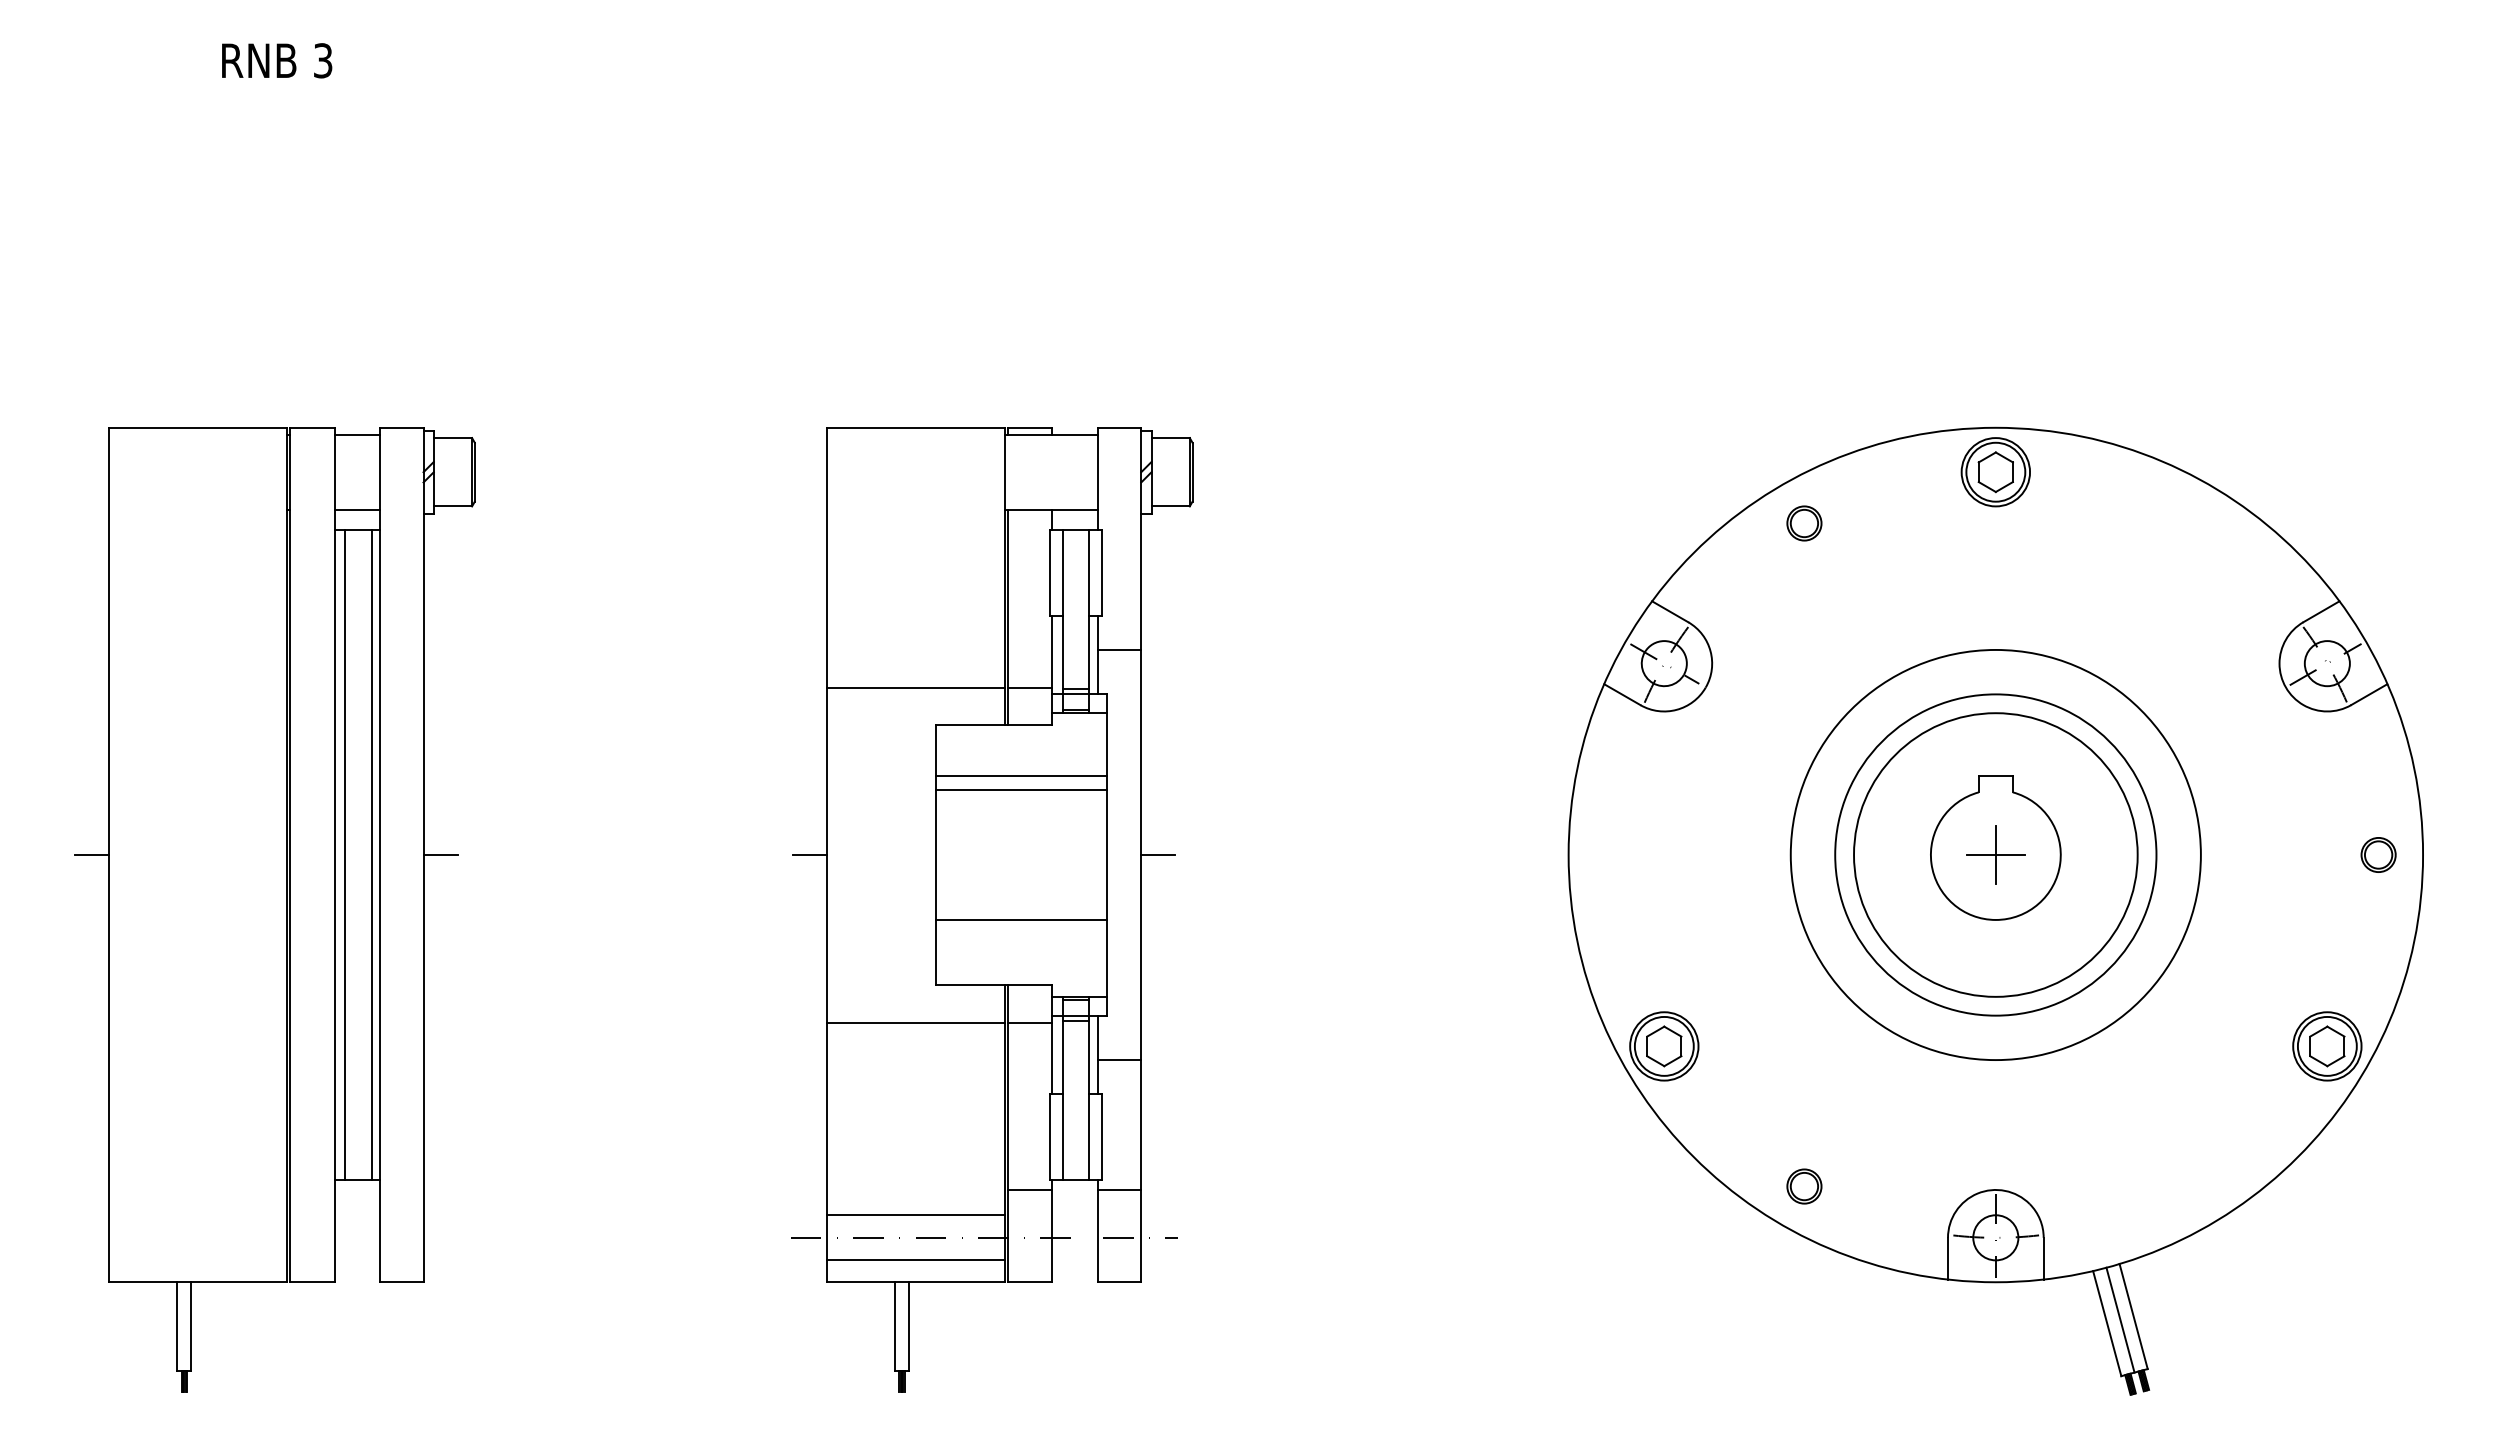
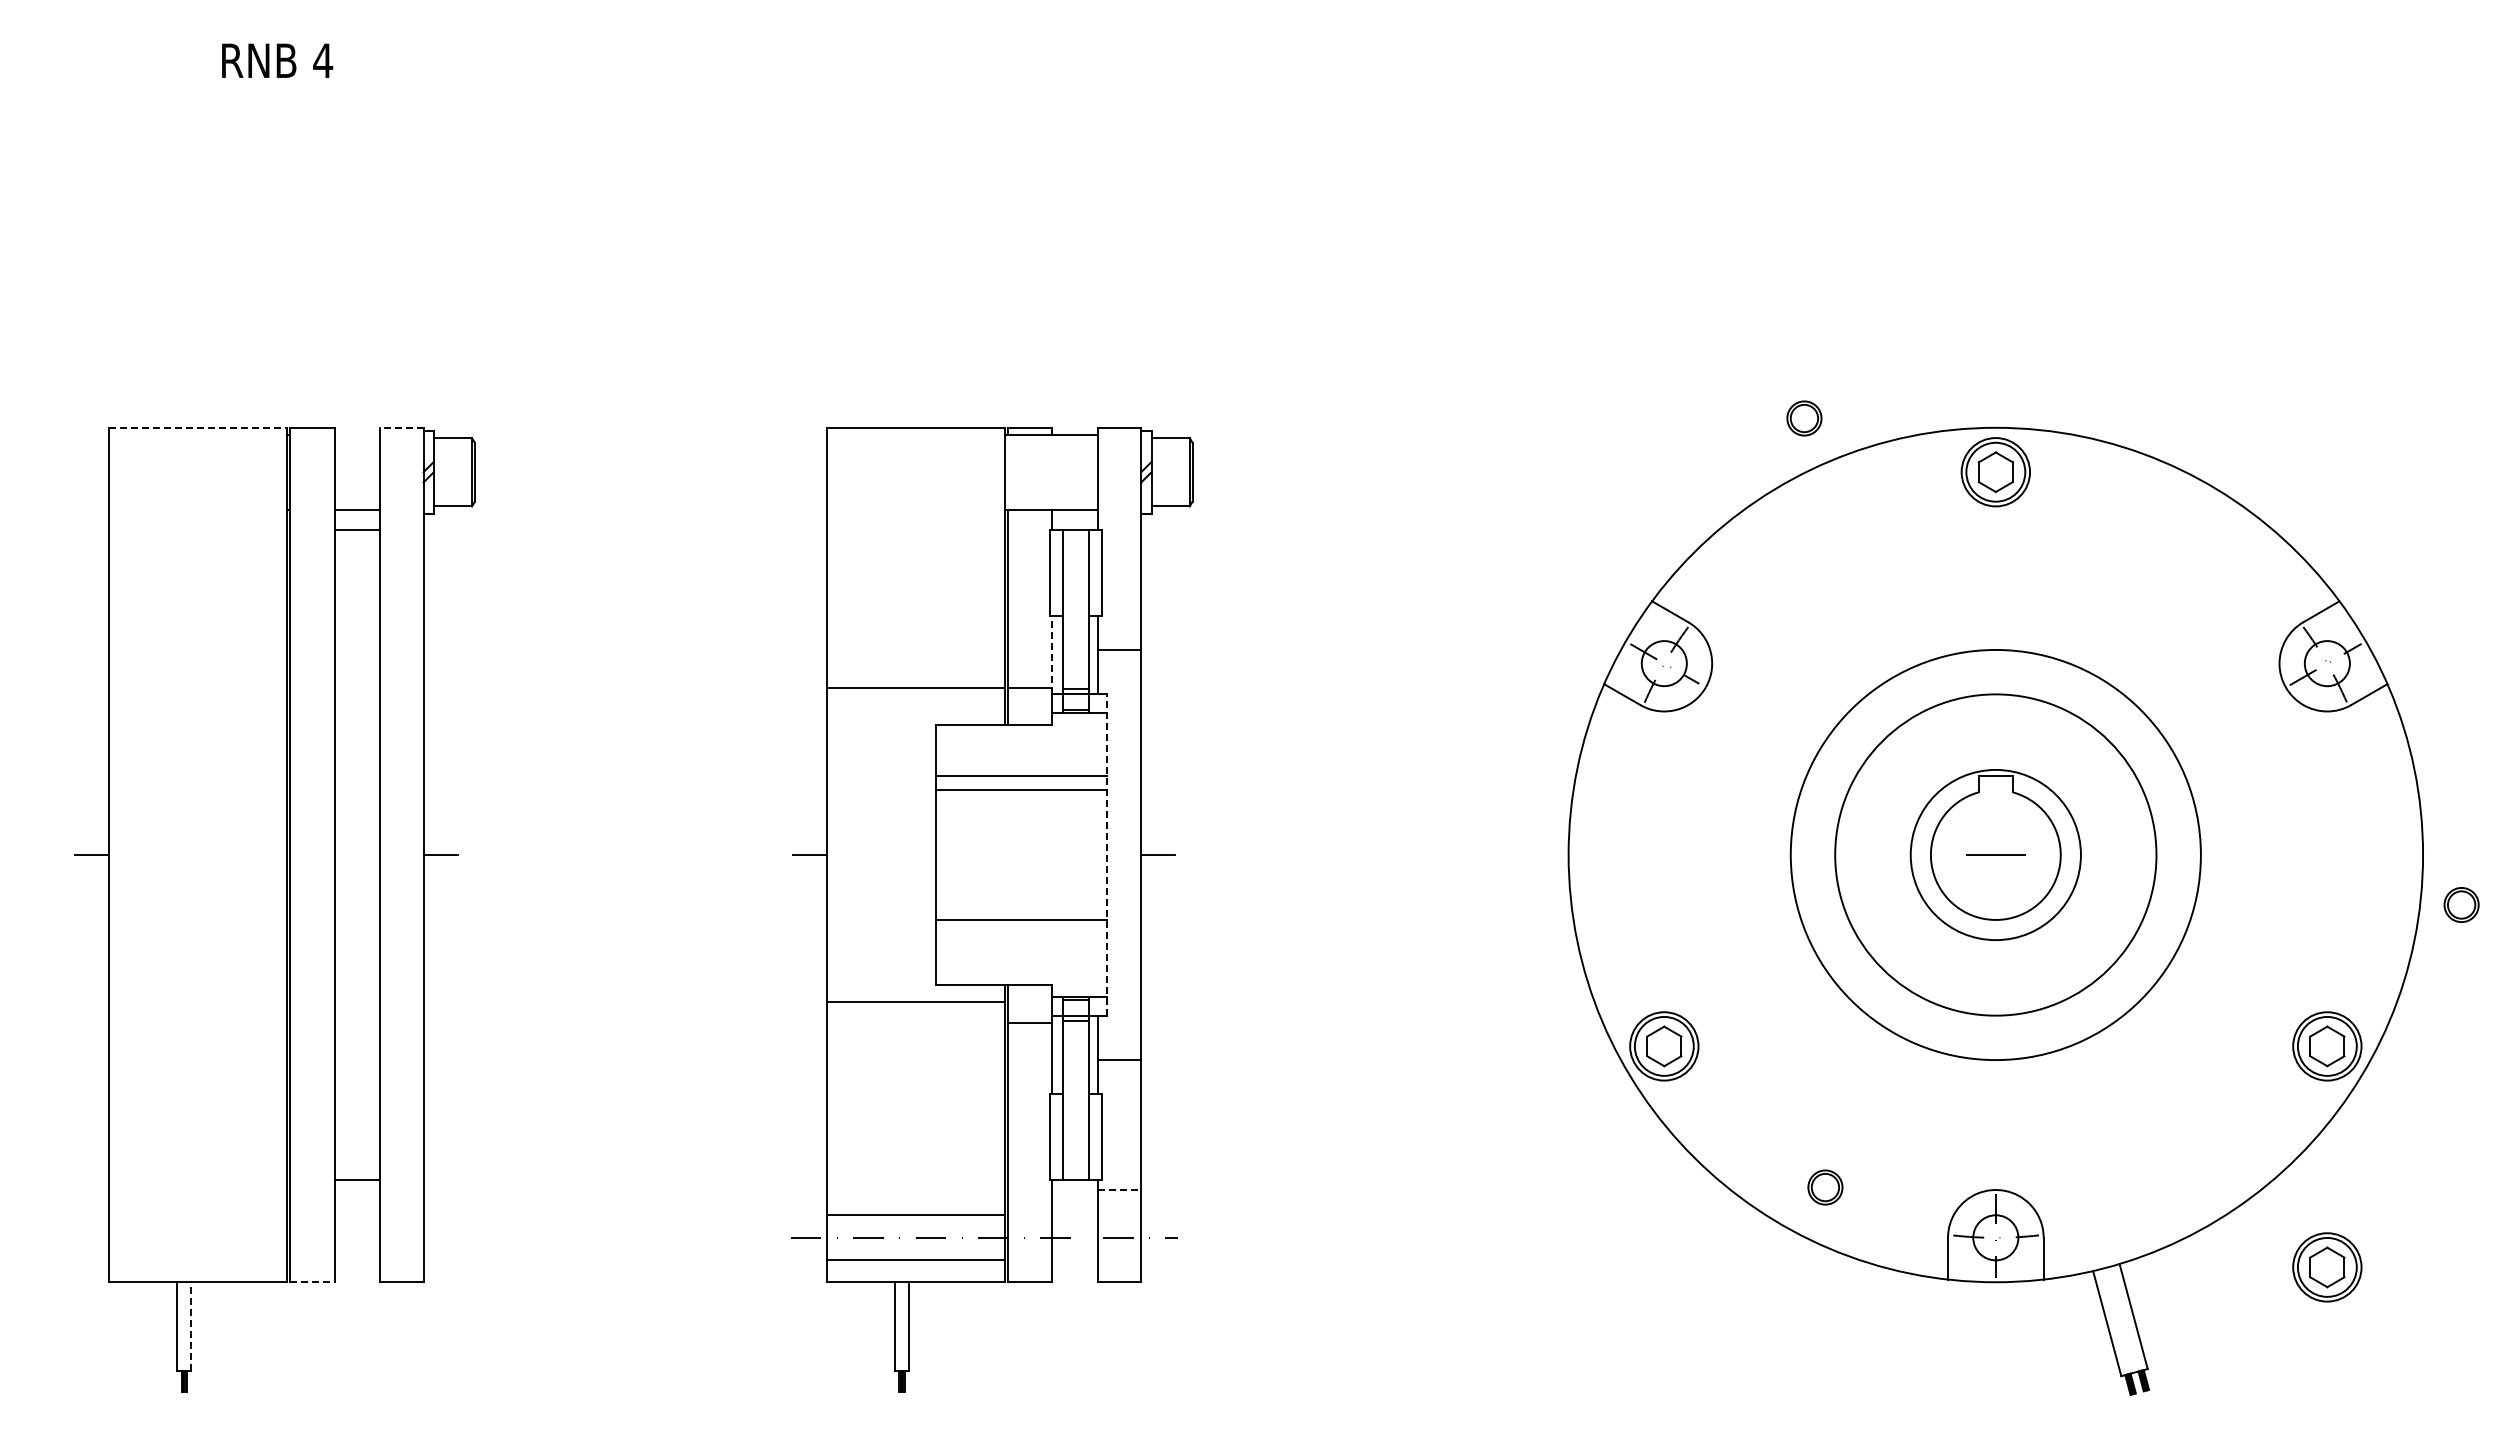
text at (323, 60): 3 -> 4
line at (197, 427): solid -> dashed
line at (402, 427): solid -> dashed
line at (357, 434): present -> none
part at (1804, 523) position: (1804, 523) -> (1804, 418)
line at (1052, 654): solid -> dashed
line at (344, 854): present -> none
line at (371, 854): present -> none
circle at (1995, 854) diameter: 284 px -> 170 px
line at (1995, 854): present -> none
part at (2378, 854) position: (2378, 854) -> (2461, 904)
line at (1107, 855): solid -> dashed
line at (915, 1022) position: (915, 1022) -> (915, 1001)
part at (1804, 1186) position: (1804, 1186) -> (1825, 1187)
line at (1029, 1189): present -> none
line at (1119, 1189): solid -> dashed
part at (2327, 1267): none -> present
line at (312, 1282): solid -> dashed
line at (2120, 1319): present -> none
line at (191, 1326): solid -> dashed
